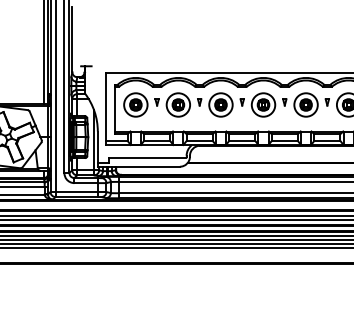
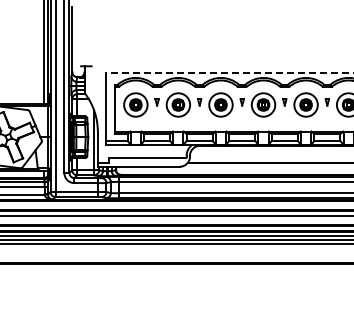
line at (229, 73): solid -> dashed
line at (176, 219): present -> none
line at (176, 247): present -> none
